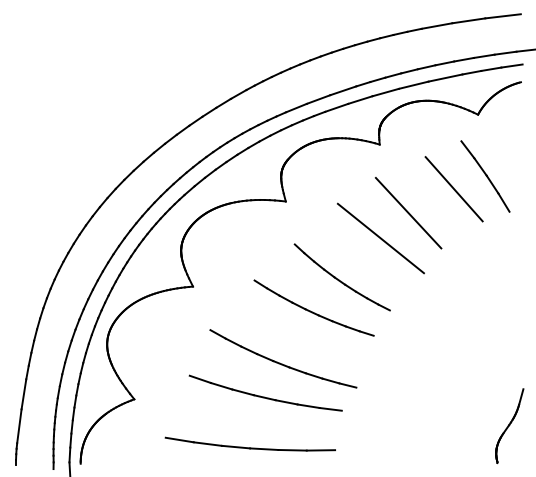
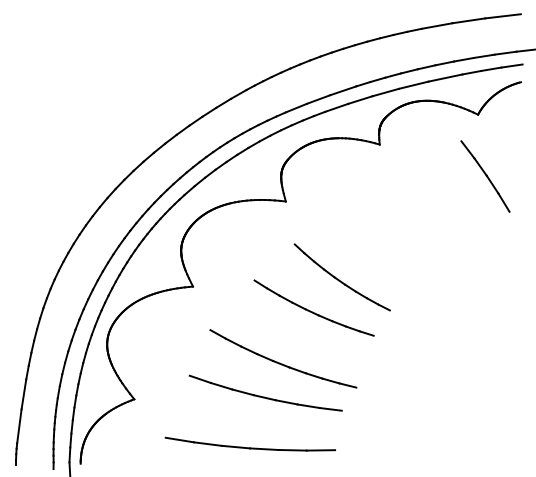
line at (453, 189): present -> none
line at (408, 212): present -> none
line at (380, 238): present -> none
part at (509, 425): present -> none
